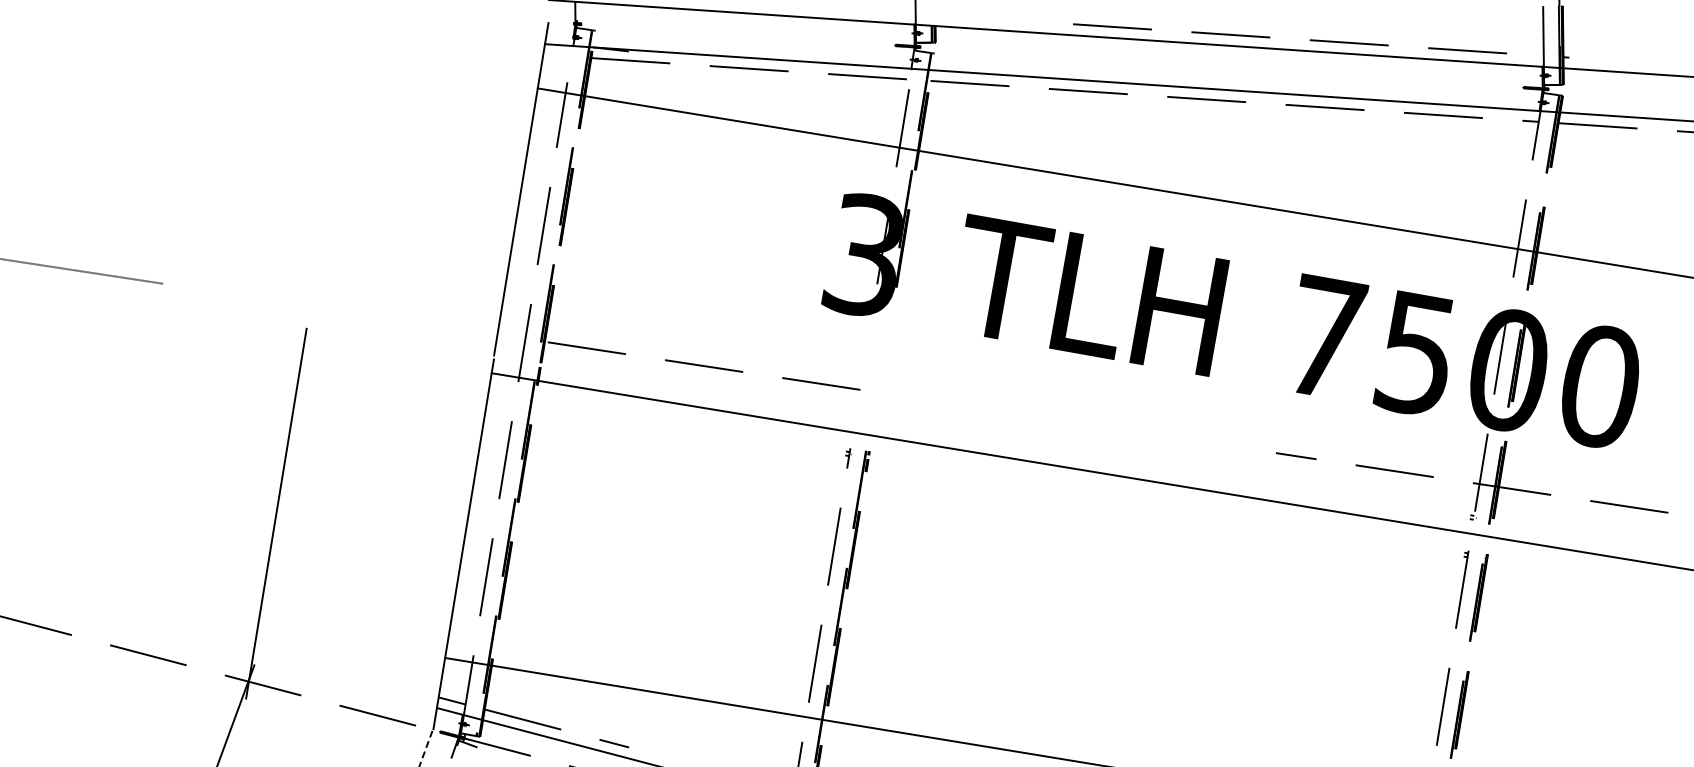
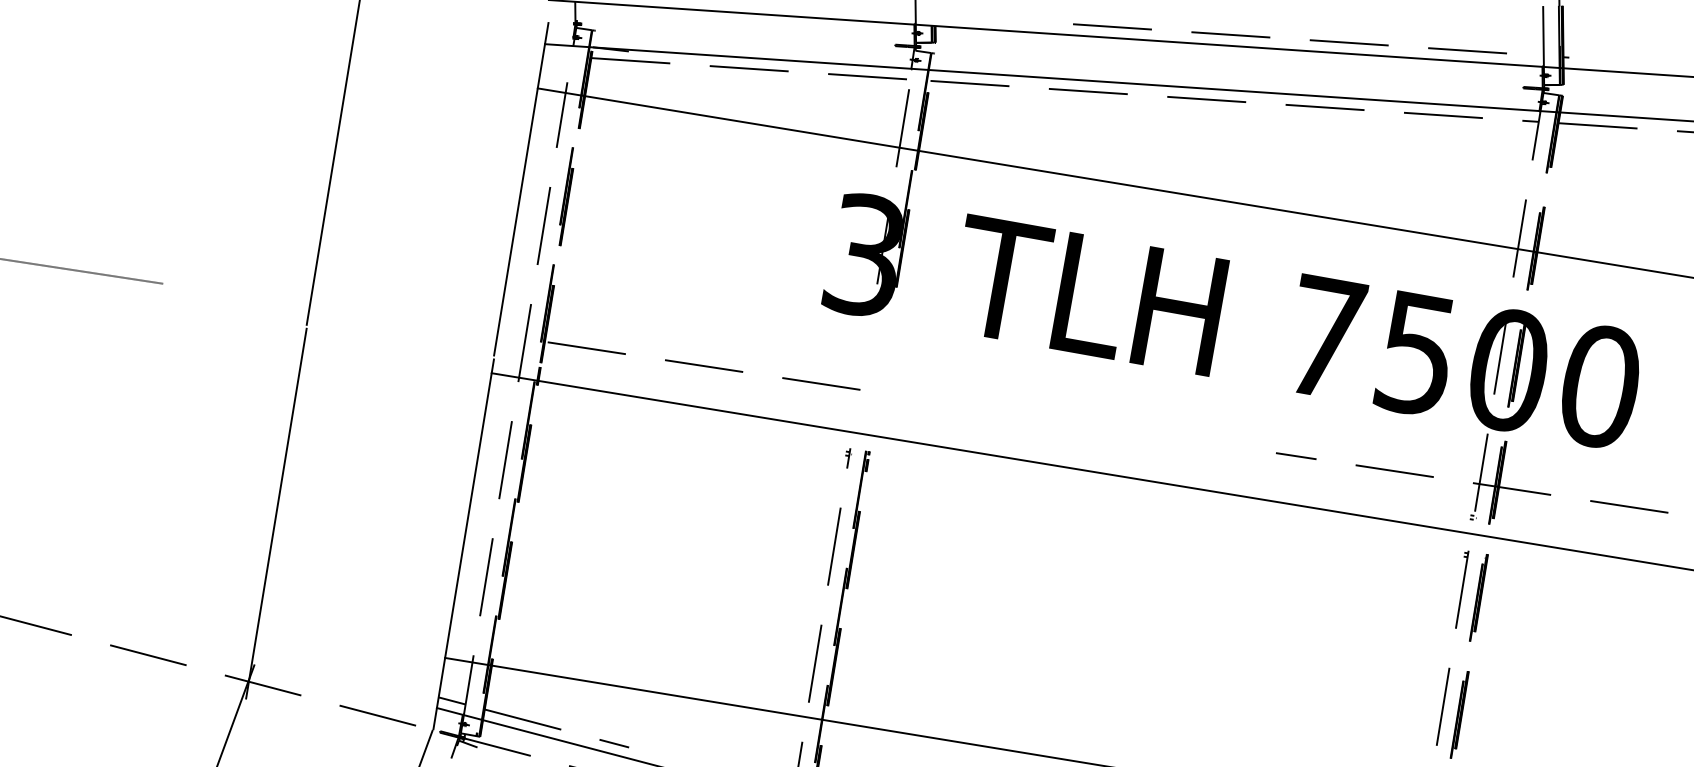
line at (332, 163): none -> present
line at (425, 748): dashed -> solid
